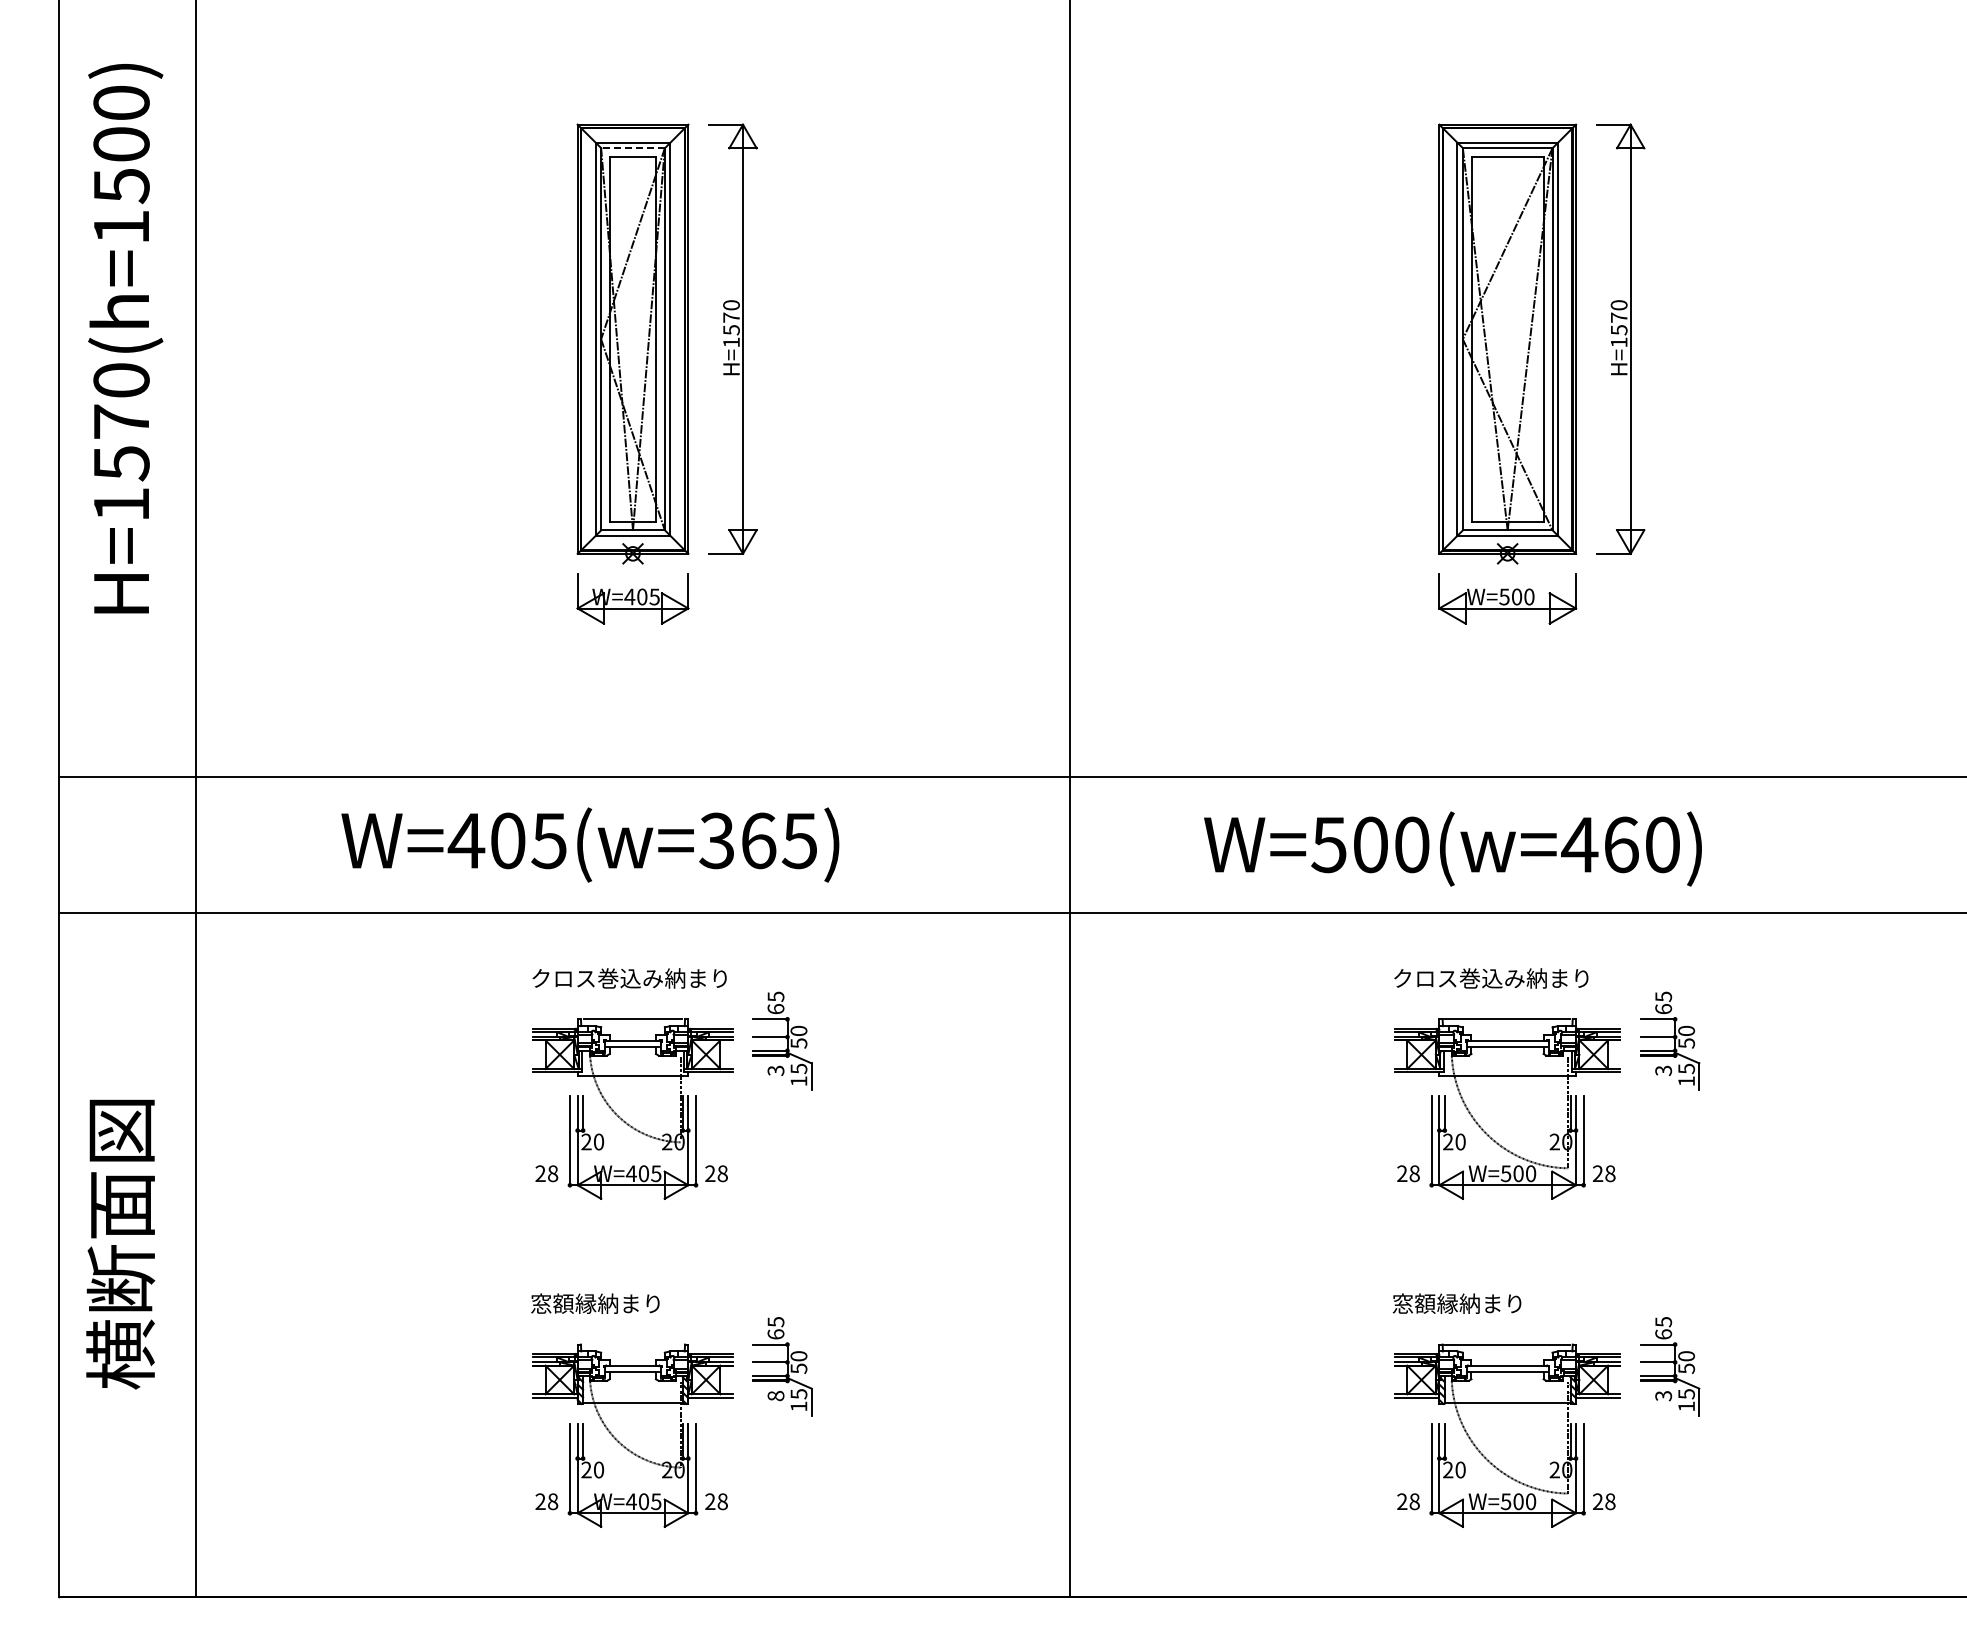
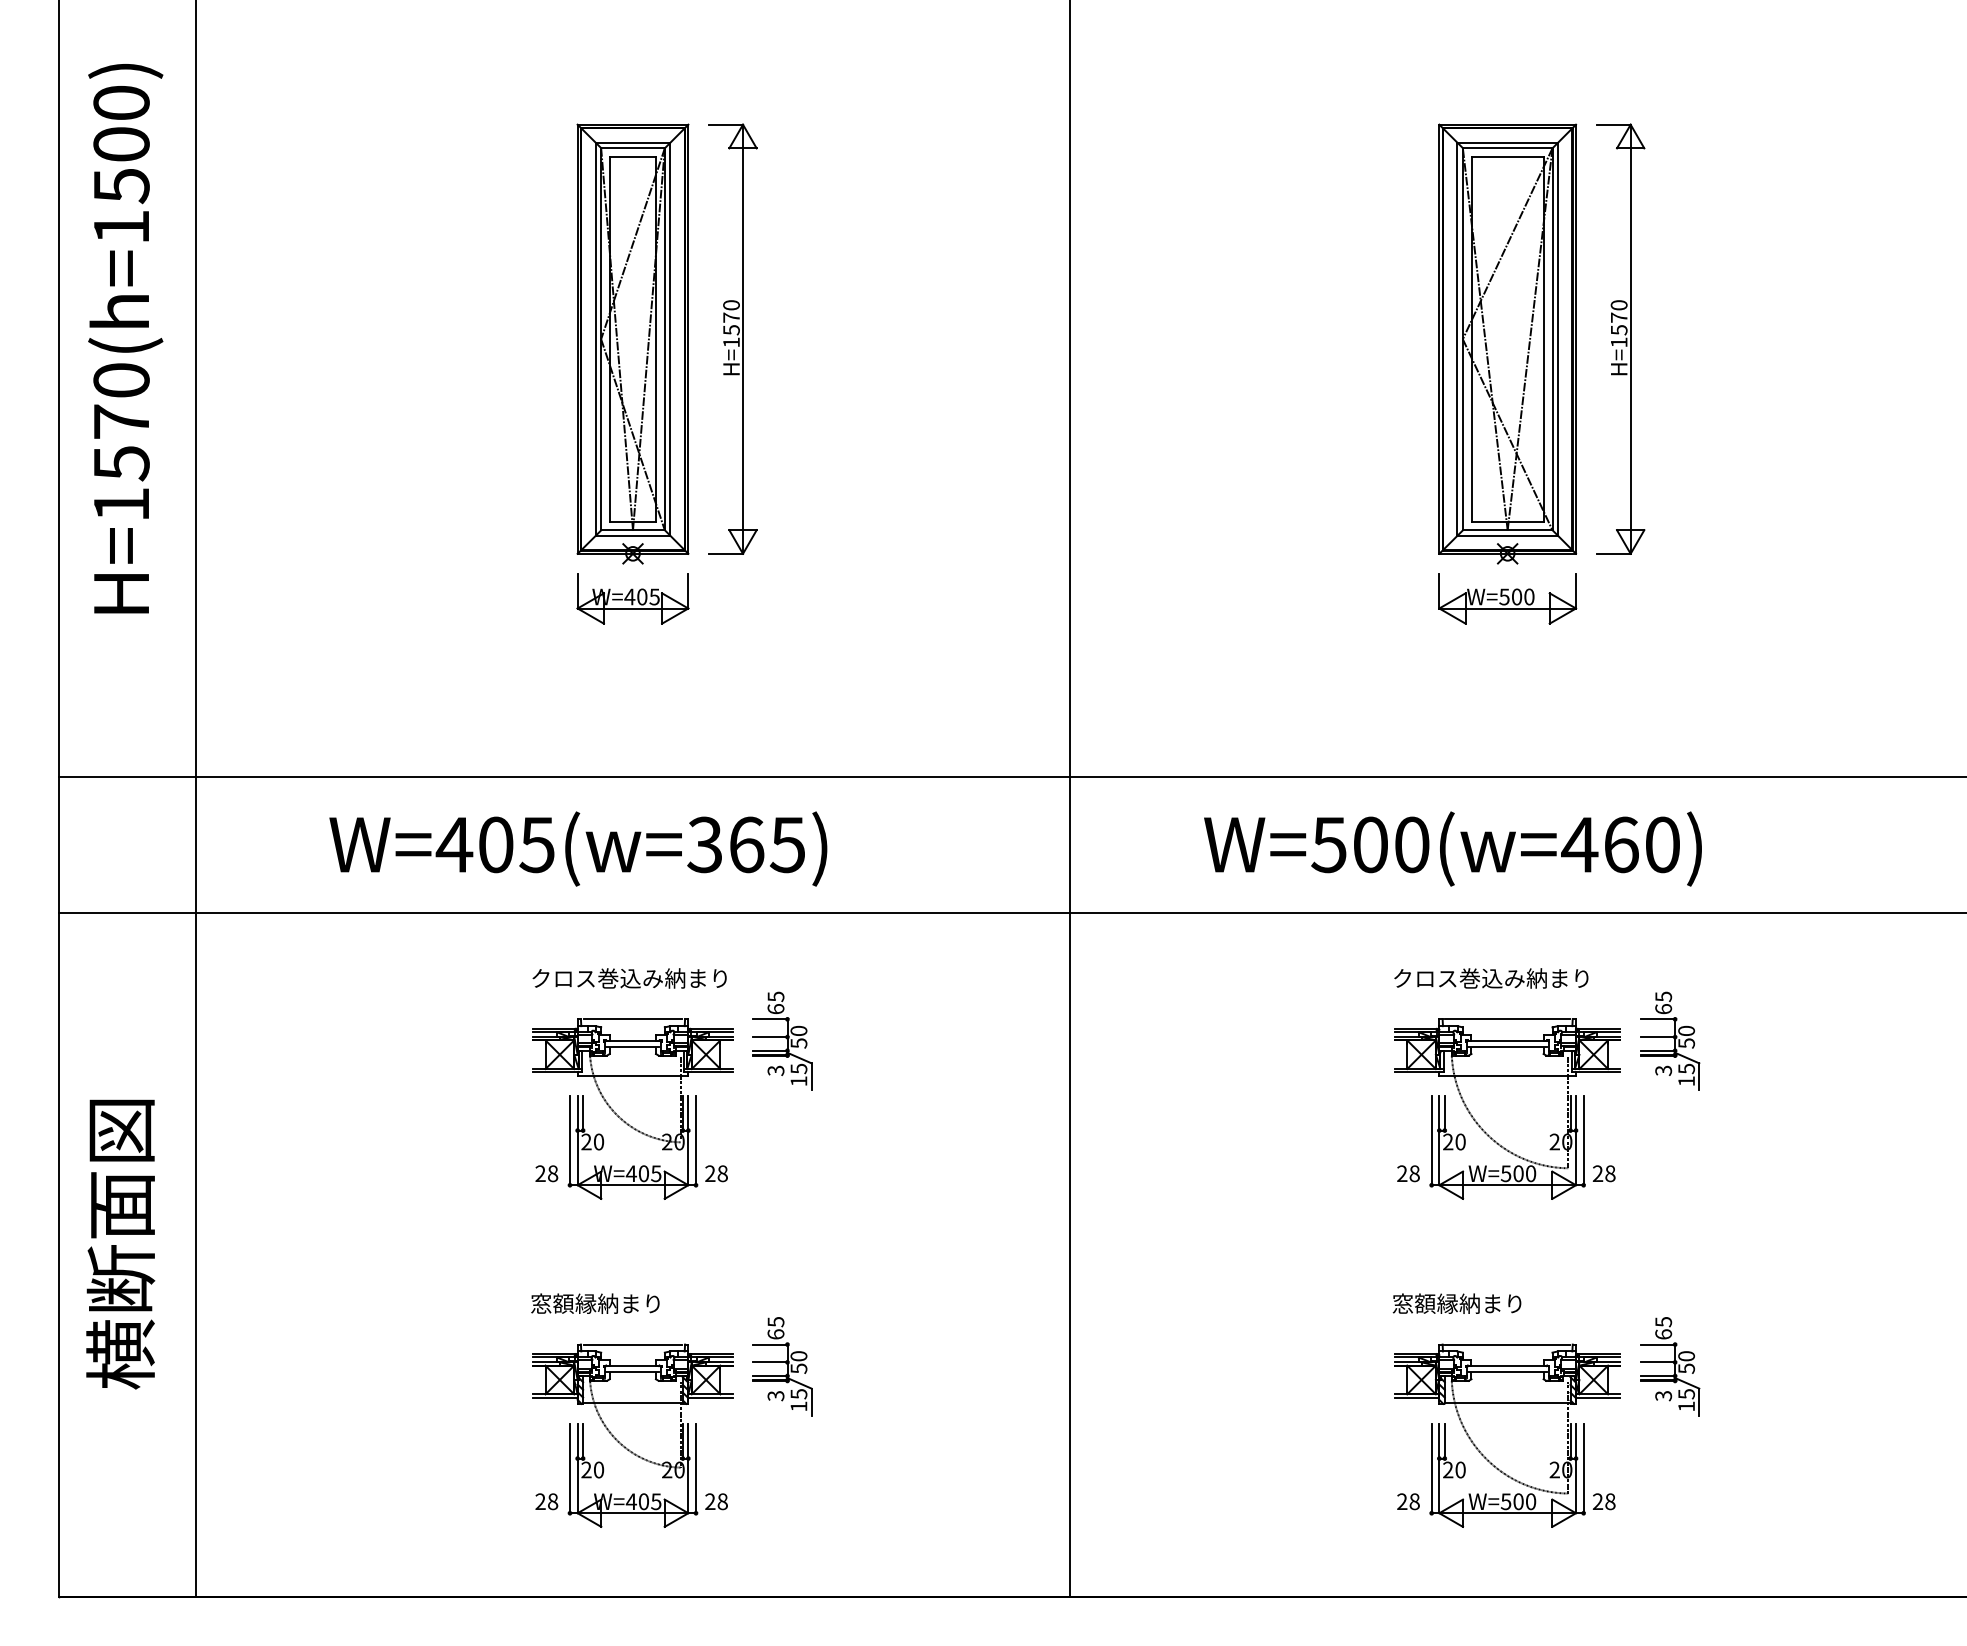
line at (633, 148): dashed -> solid
text at (590, 844) position: (590, 844) -> (578, 848)
line at (632, 1344): none -> present
text at (775, 1395): 8 -> 3
